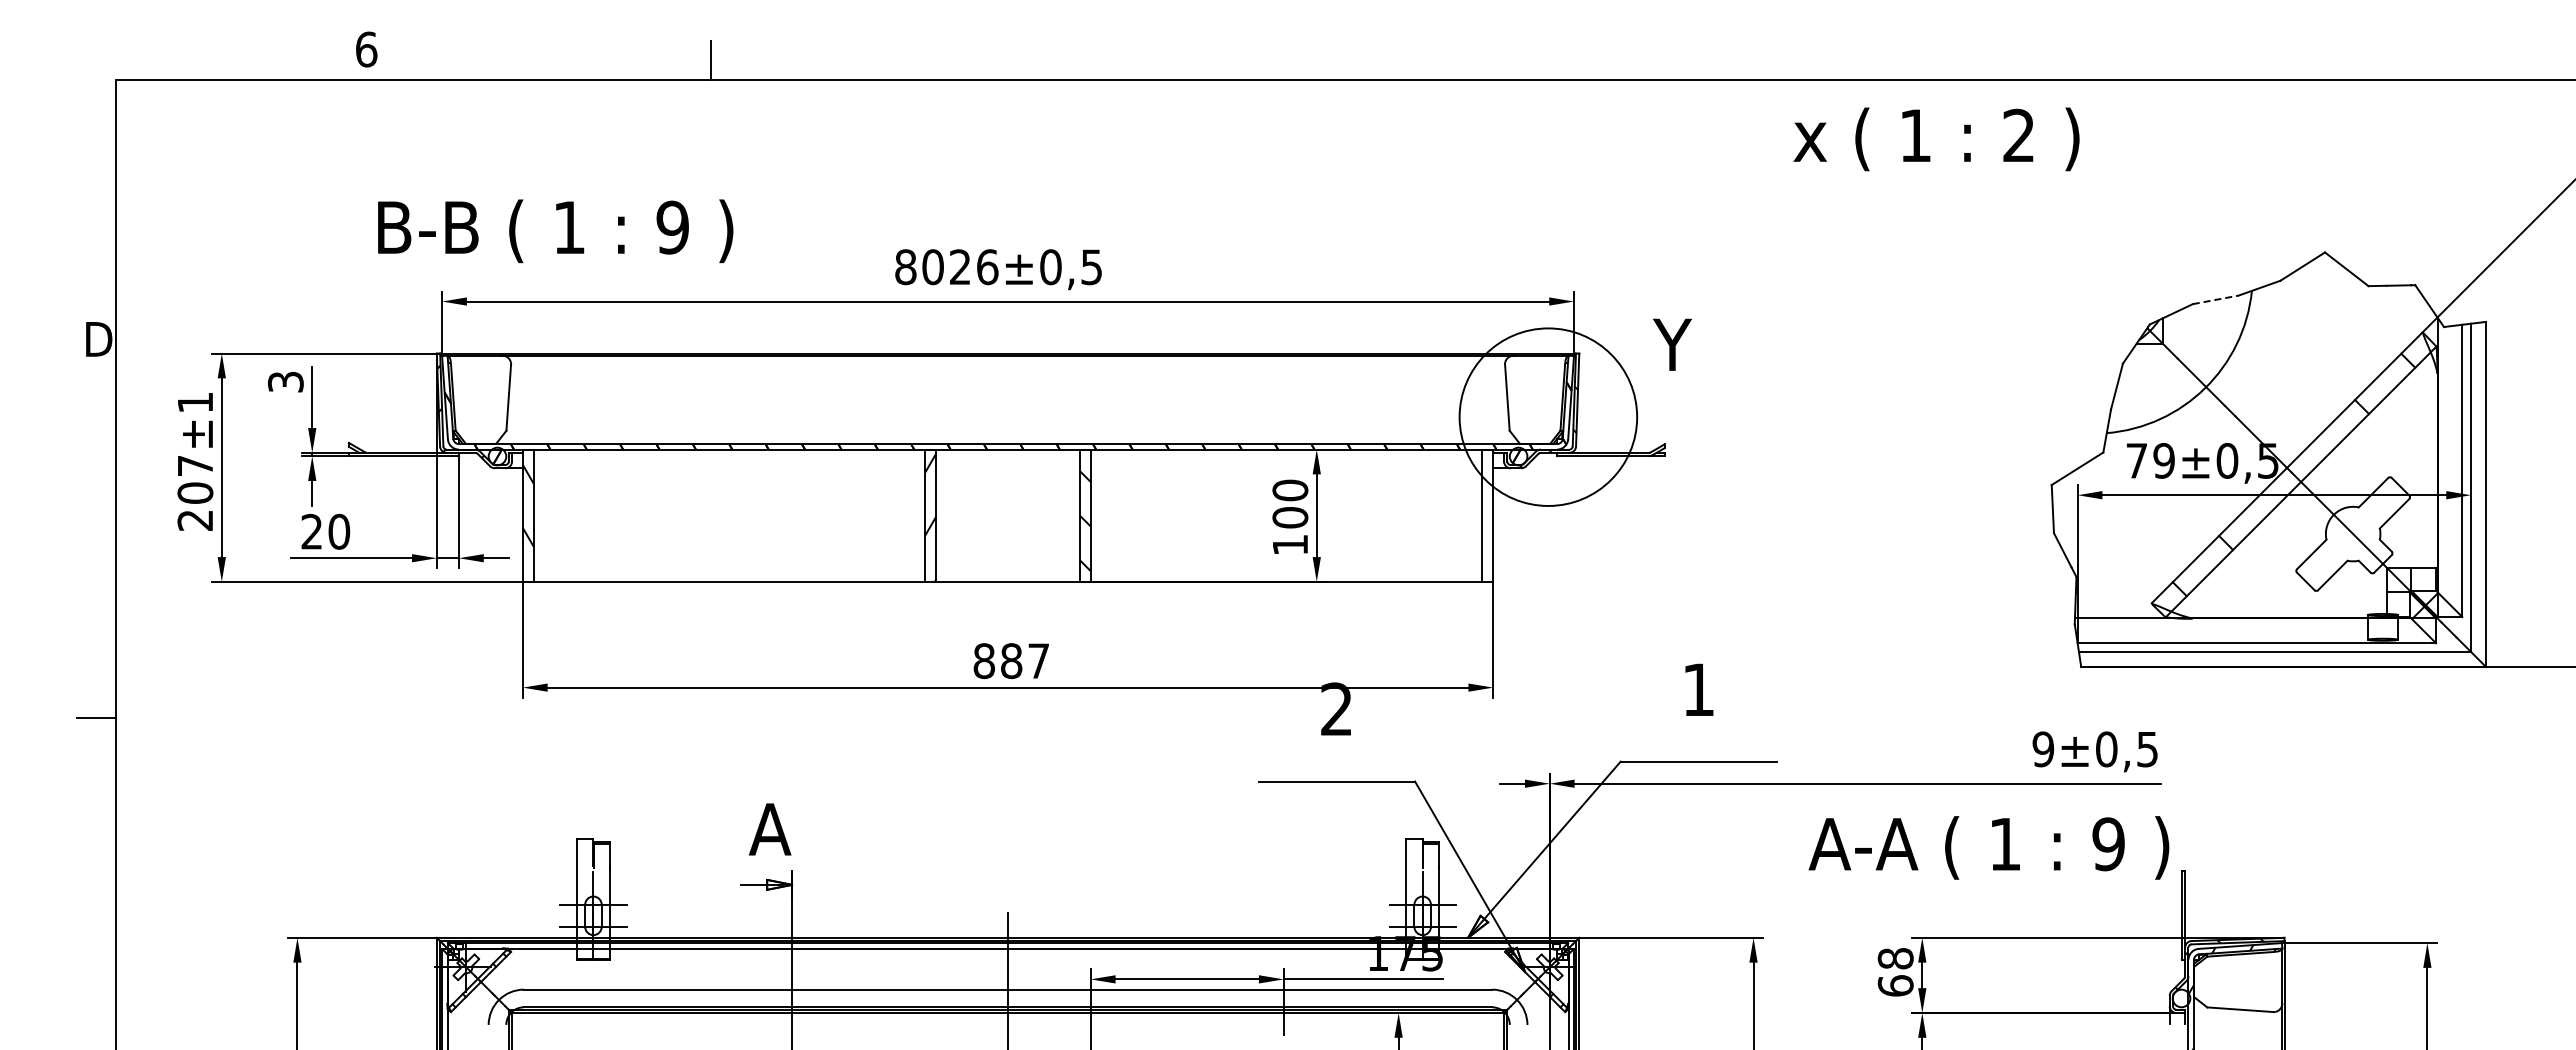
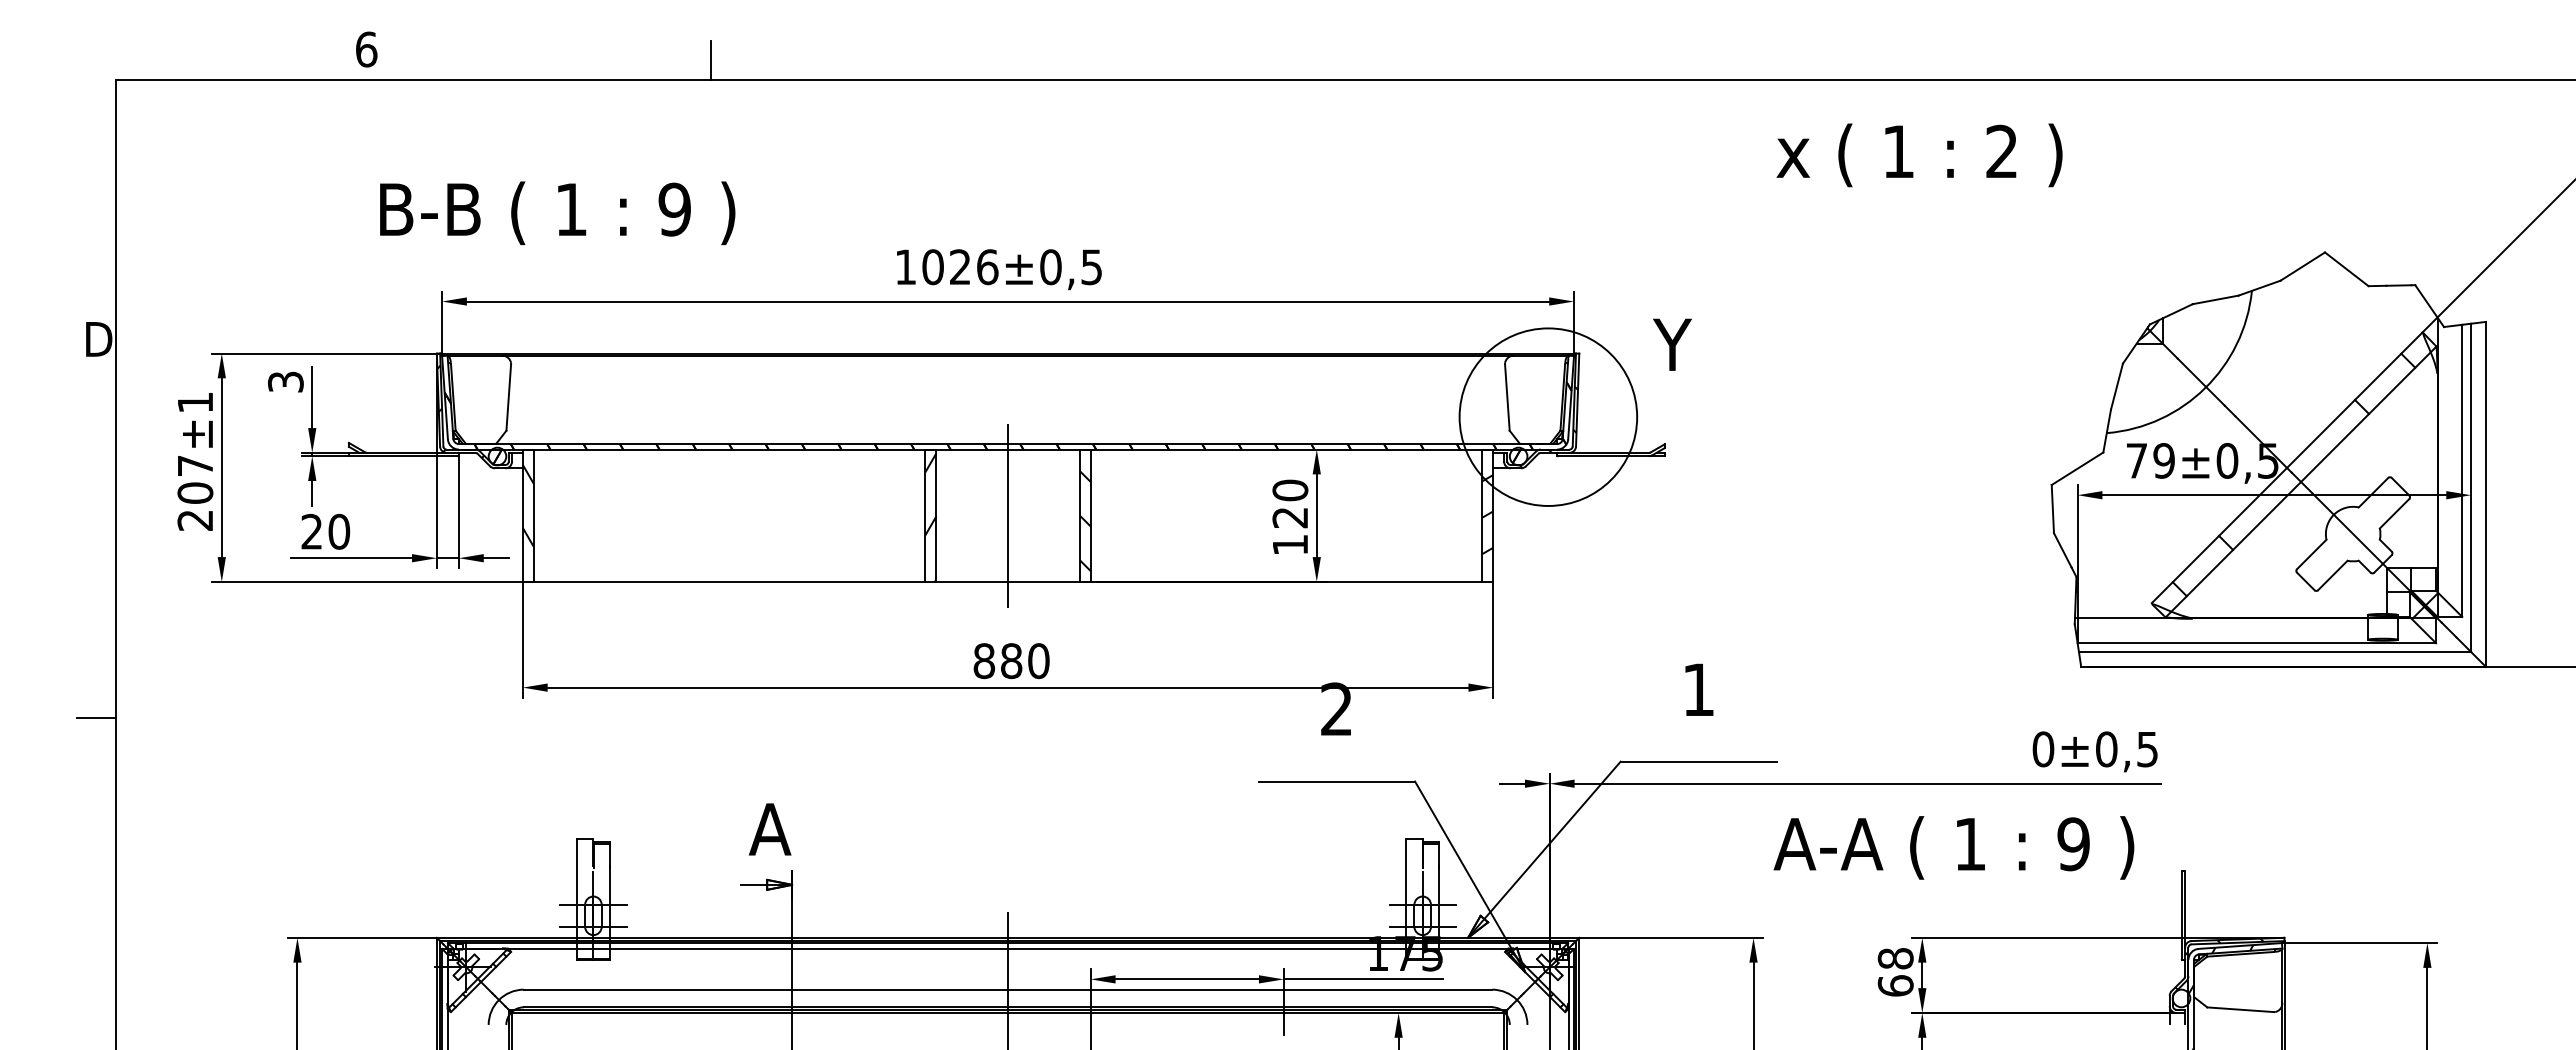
text at (1936, 139) position: (1936, 139) -> (1919, 155)
text at (555, 231) position: (555, 231) -> (557, 213)
text at (905, 267): 8026 -> 1026
line at (2216, 299): dashed -> solid
hatch at (1487, 514): none -> present
line at (1008, 515): none -> present
text at (1290, 517): 100 -> 120
text at (1038, 661): 887 -> 880
text at (2043, 749): 9 -> 0
text at (1988, 847) position: (1988, 847) -> (1953, 847)
